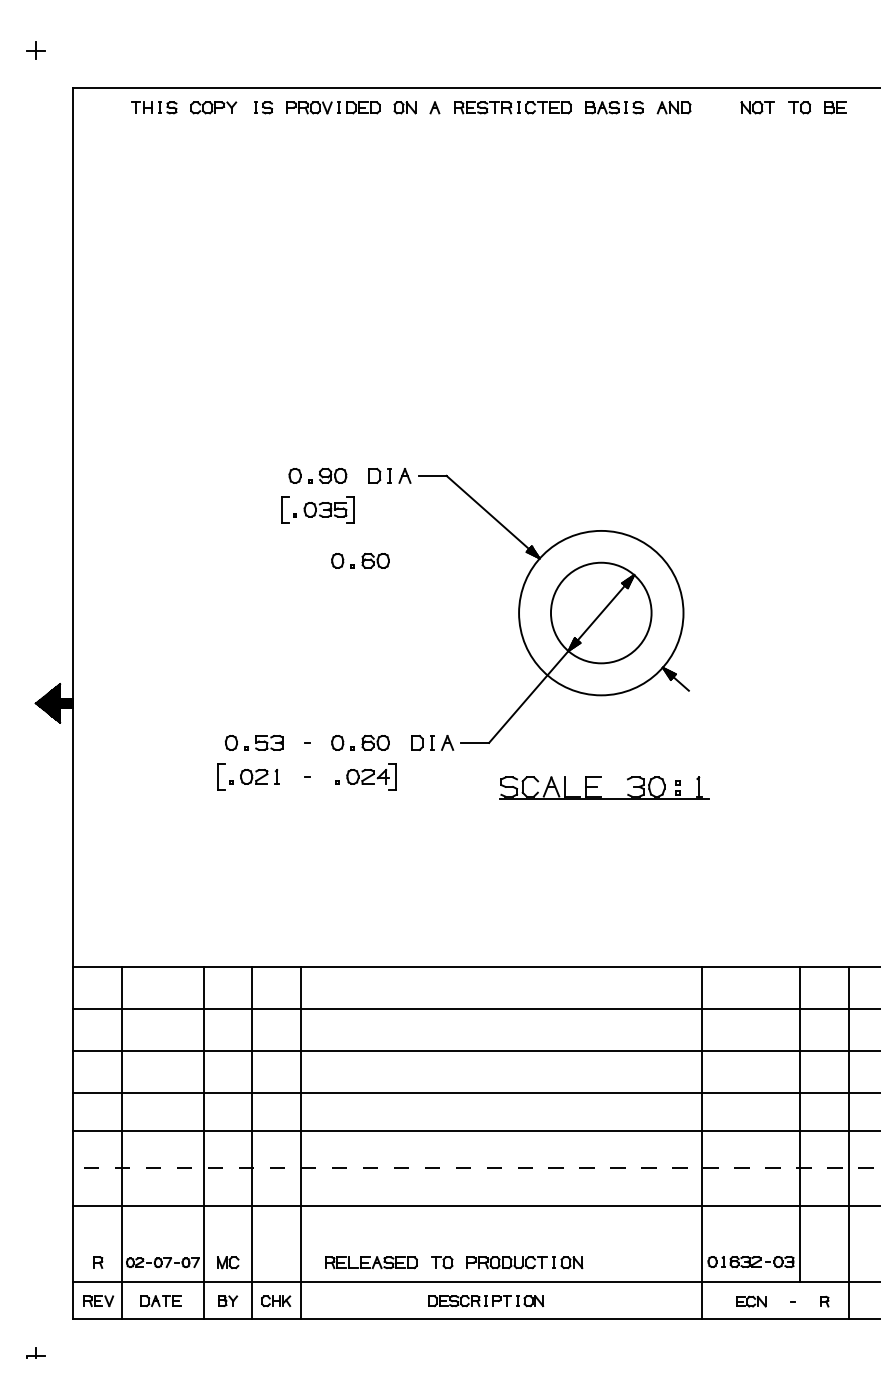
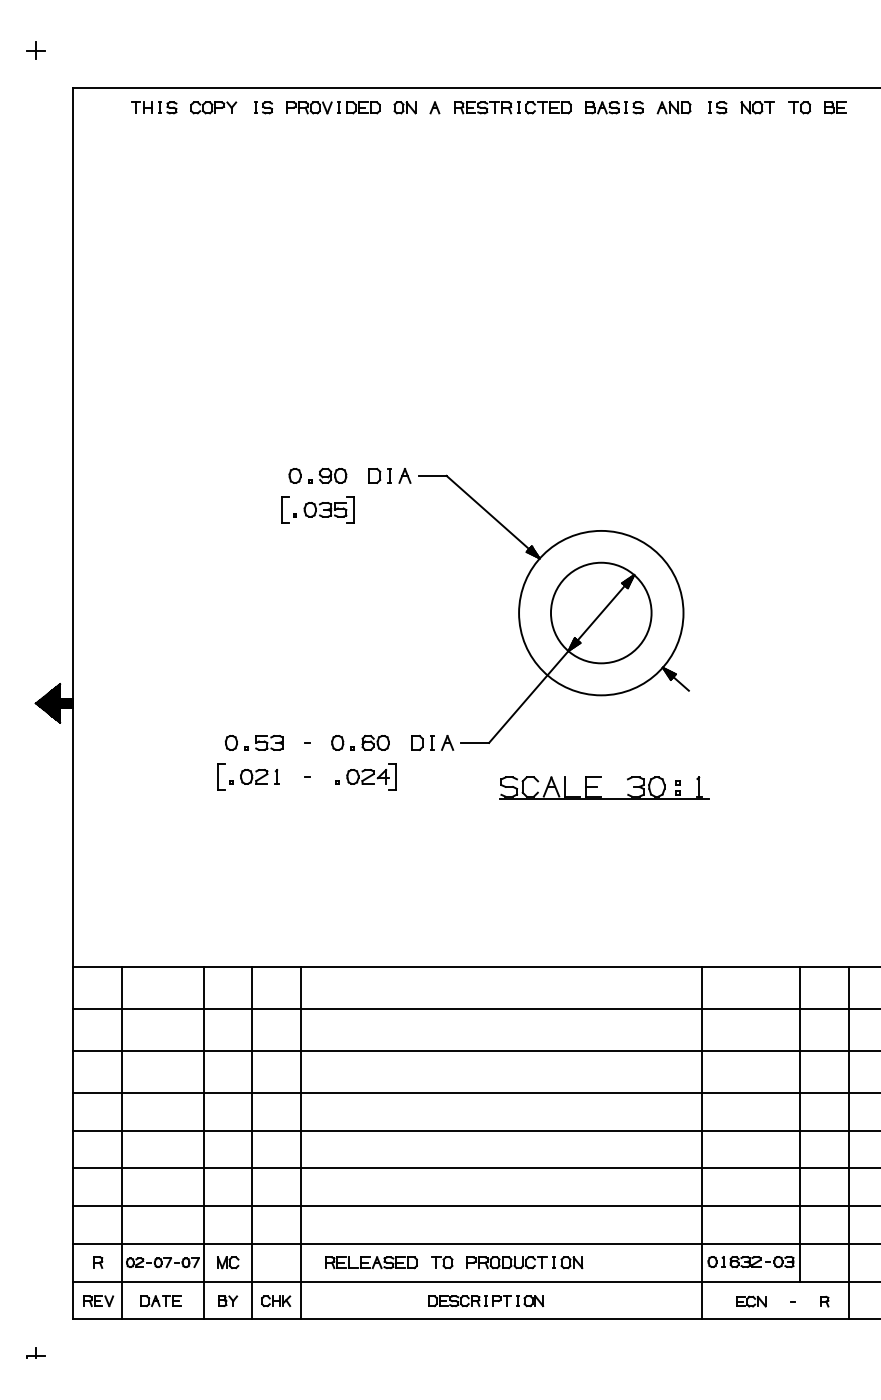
part at (717, 107): none -> present
part at (360, 560): present -> none
line at (476, 1168): dashed -> solid
line at (475, 1243): none -> present
